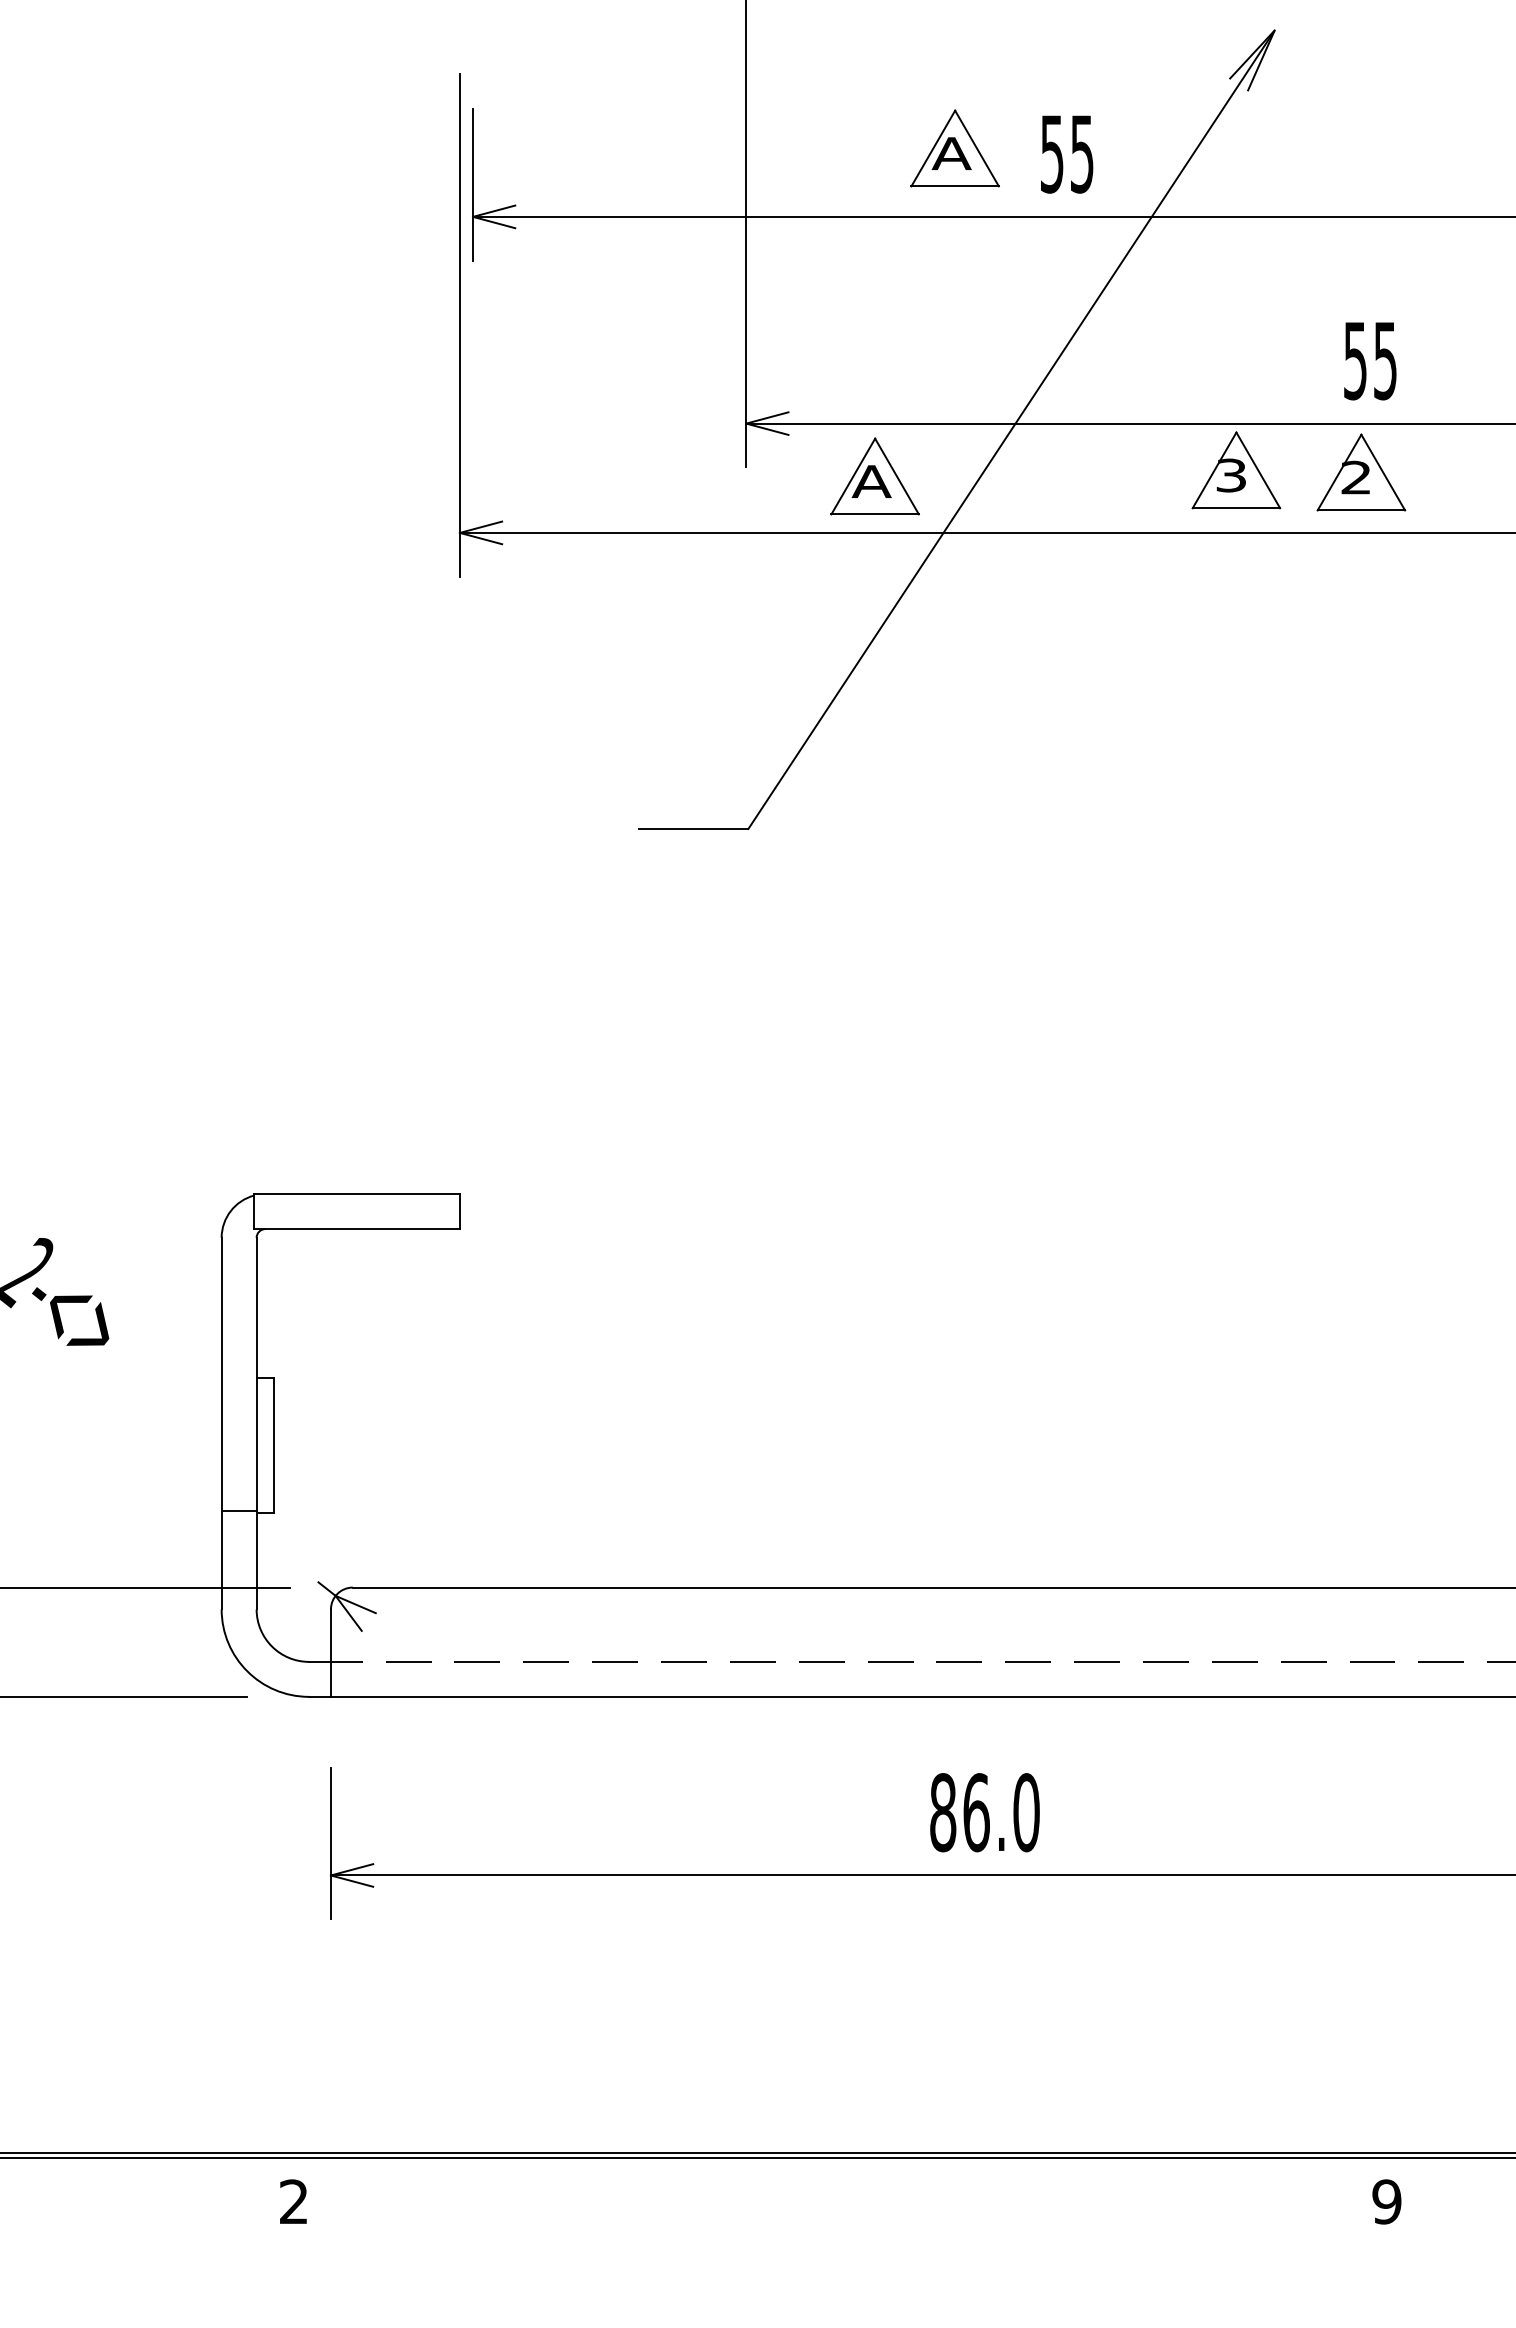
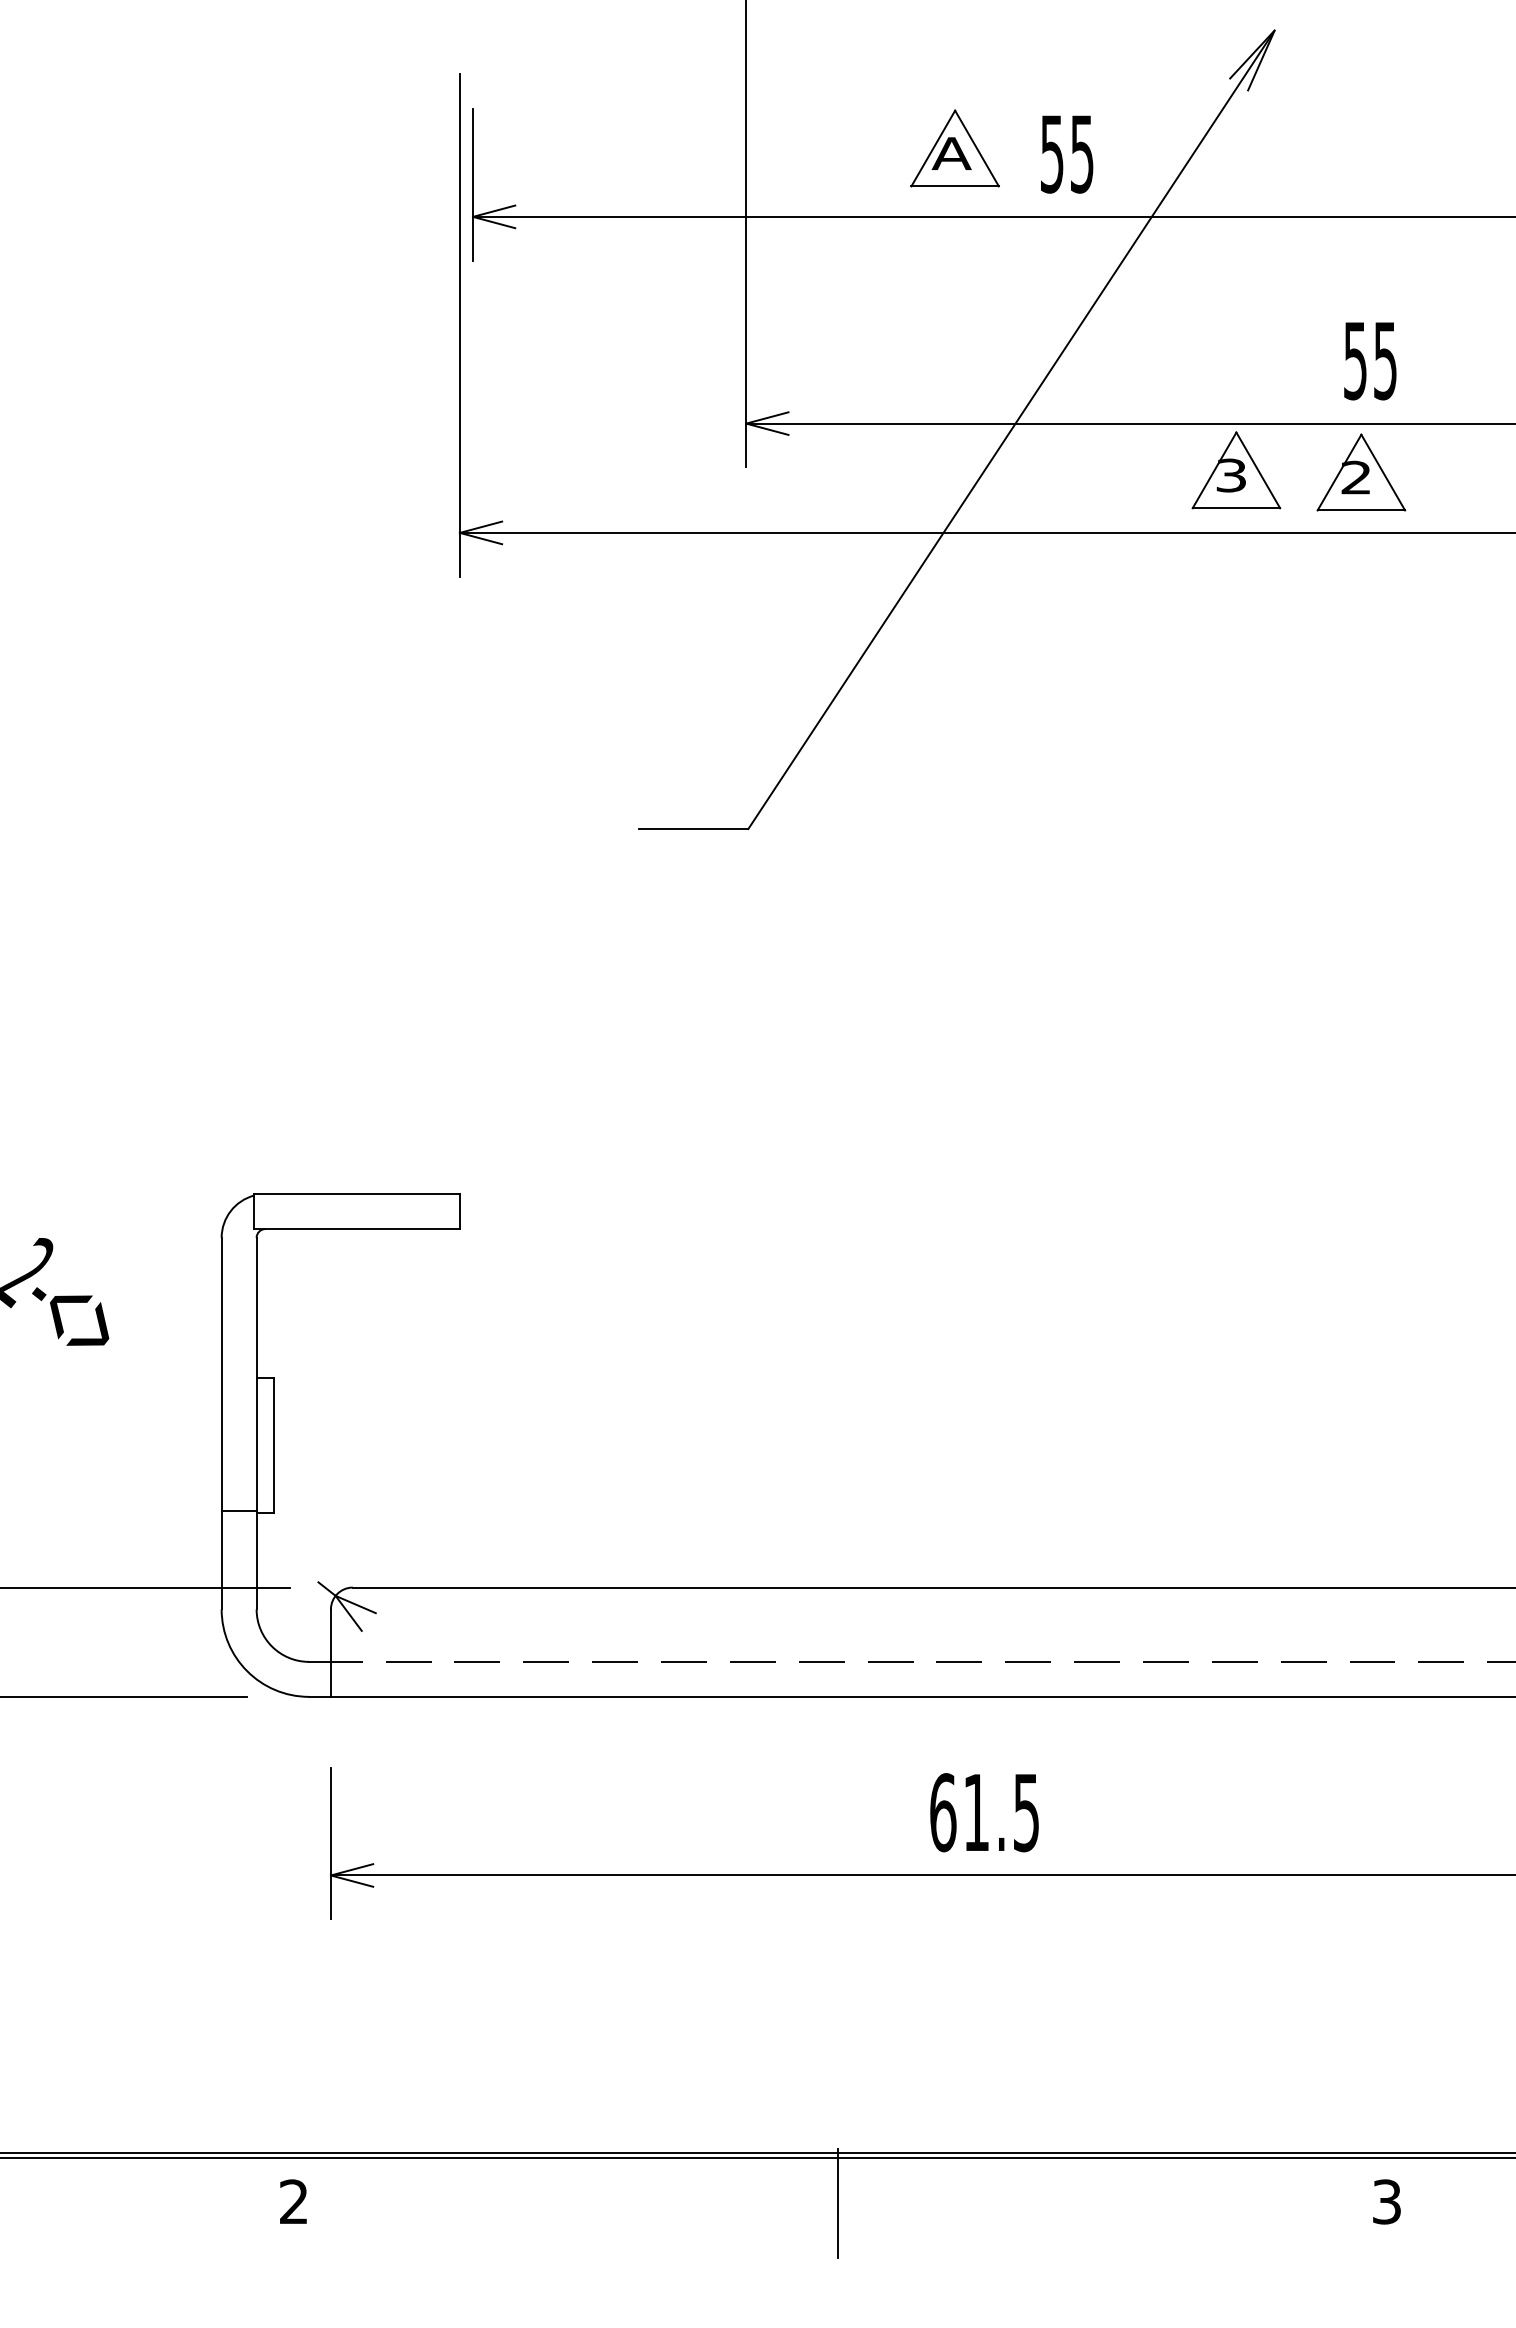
part at (874, 476): present -> none
text at (984, 1812): 86.0 -> 61.5
text at (1386, 2201): 9 -> 3
line at (837, 2203): none -> present
